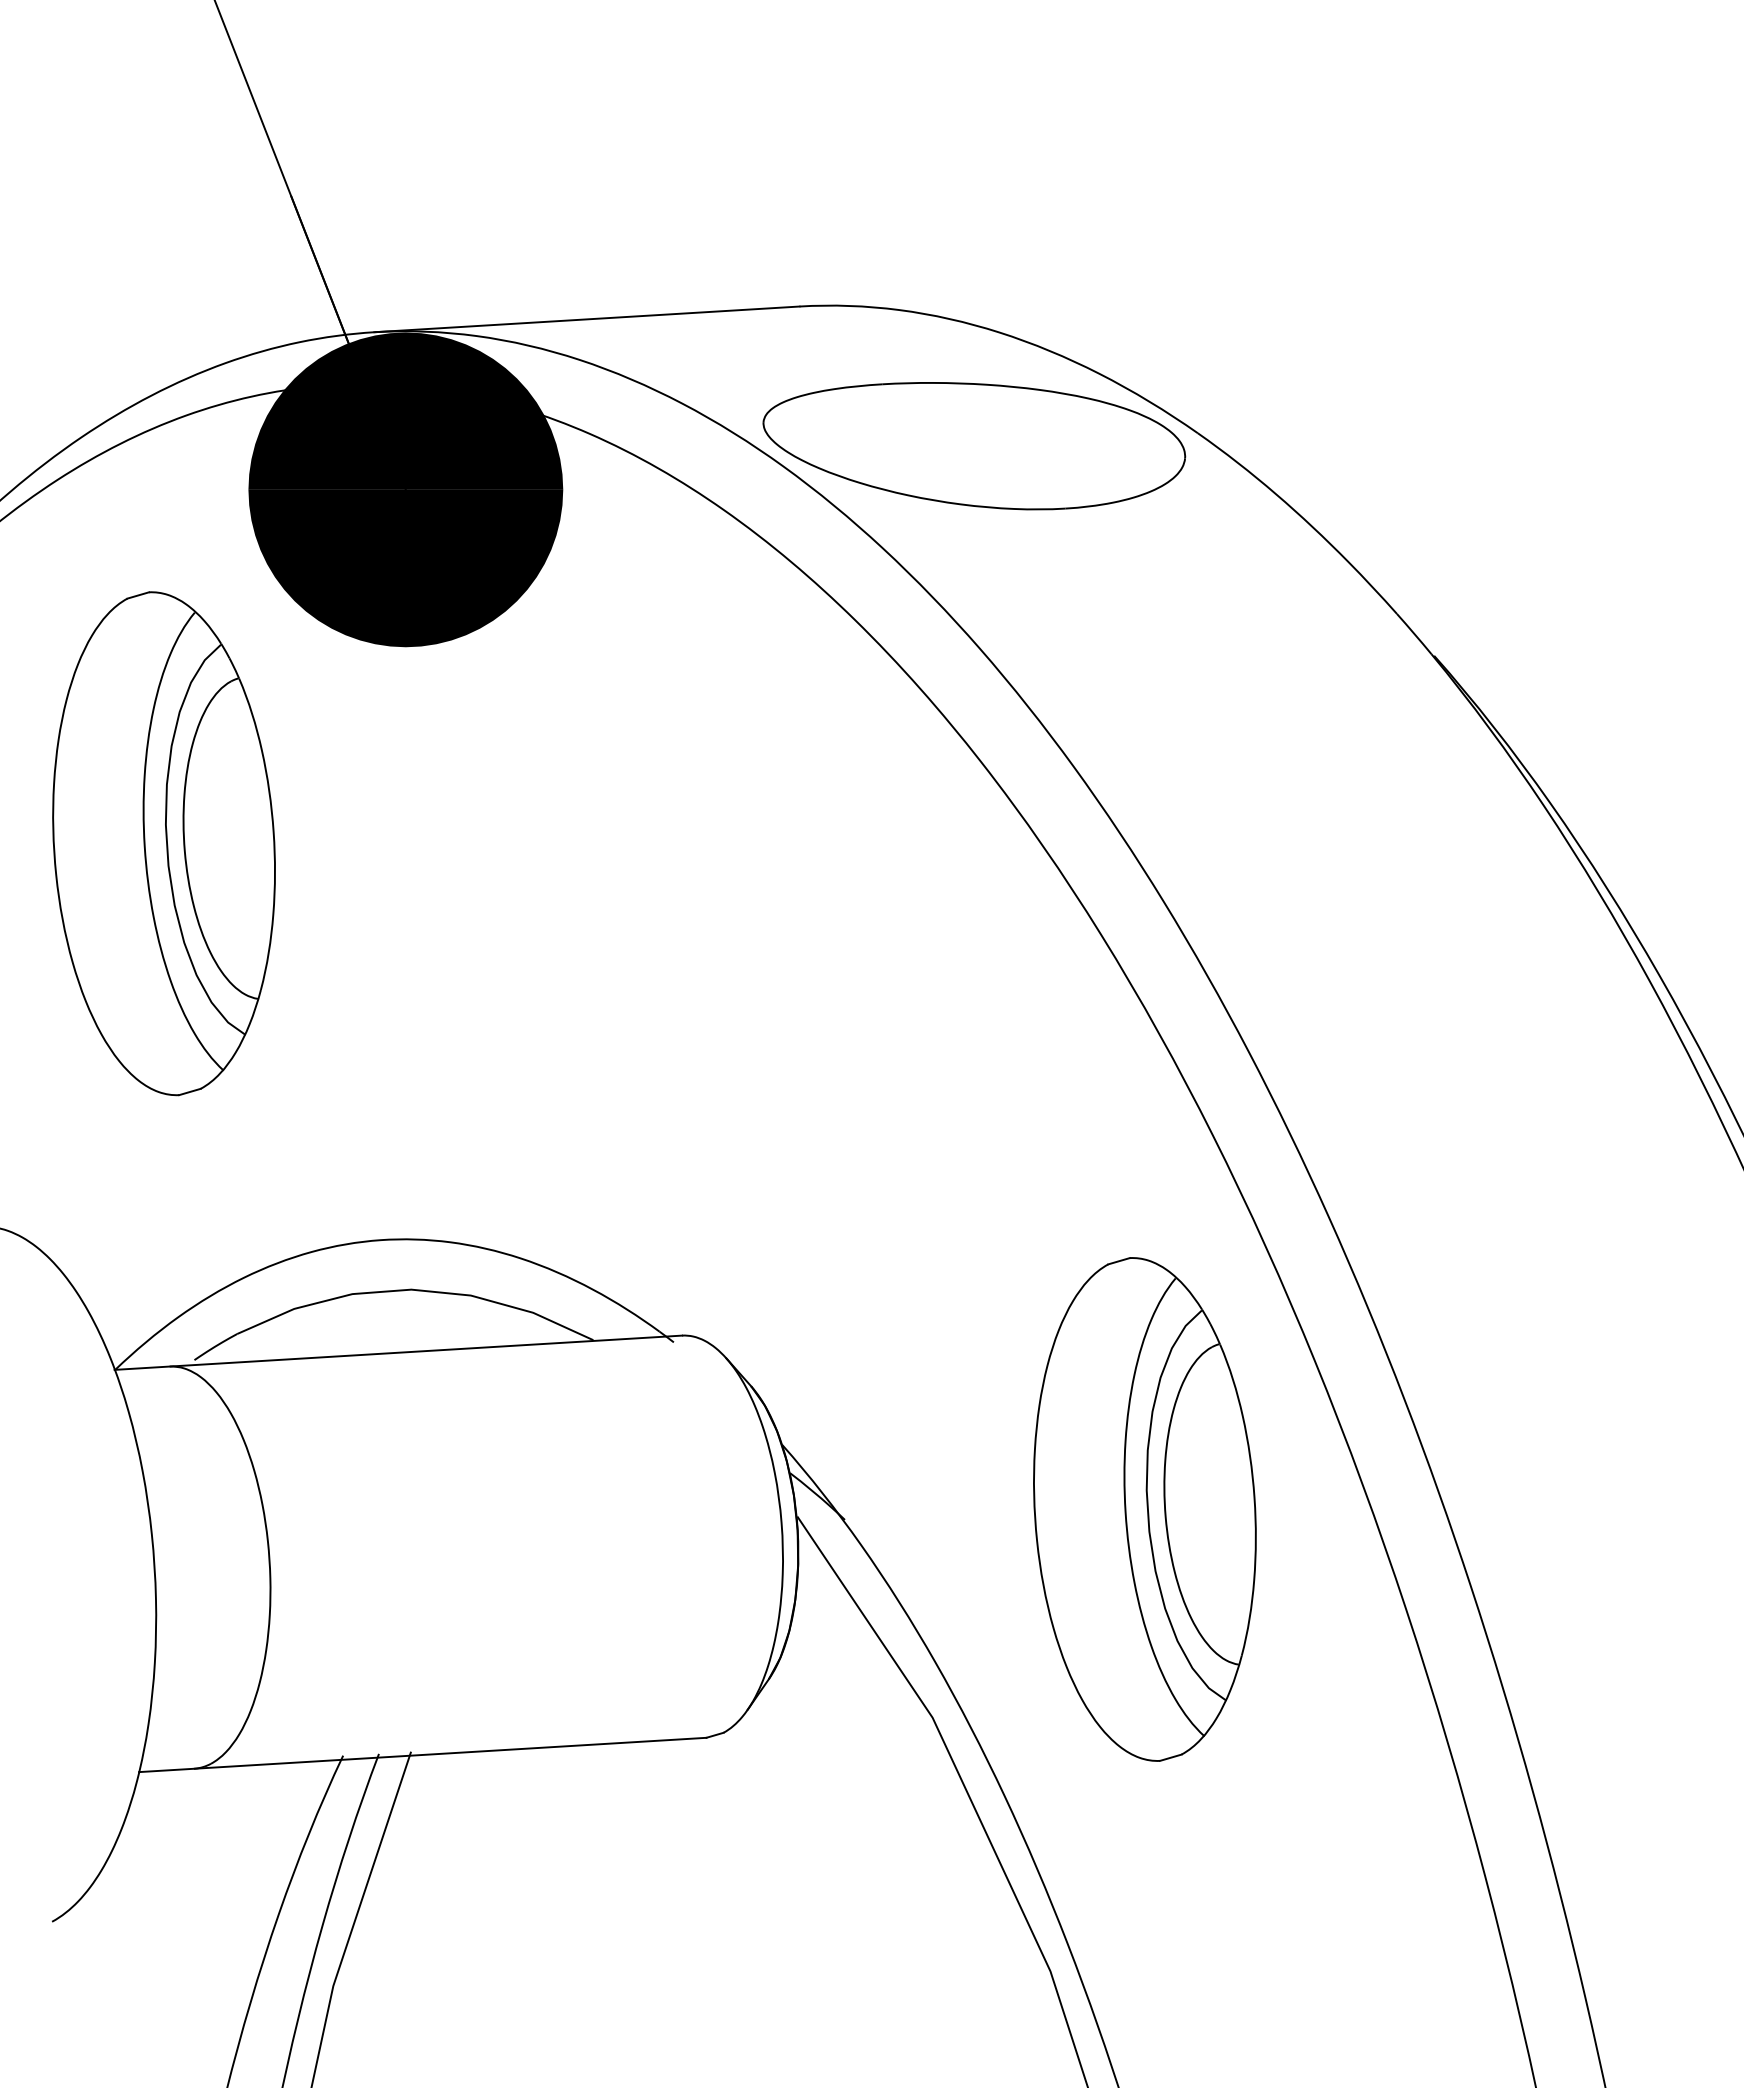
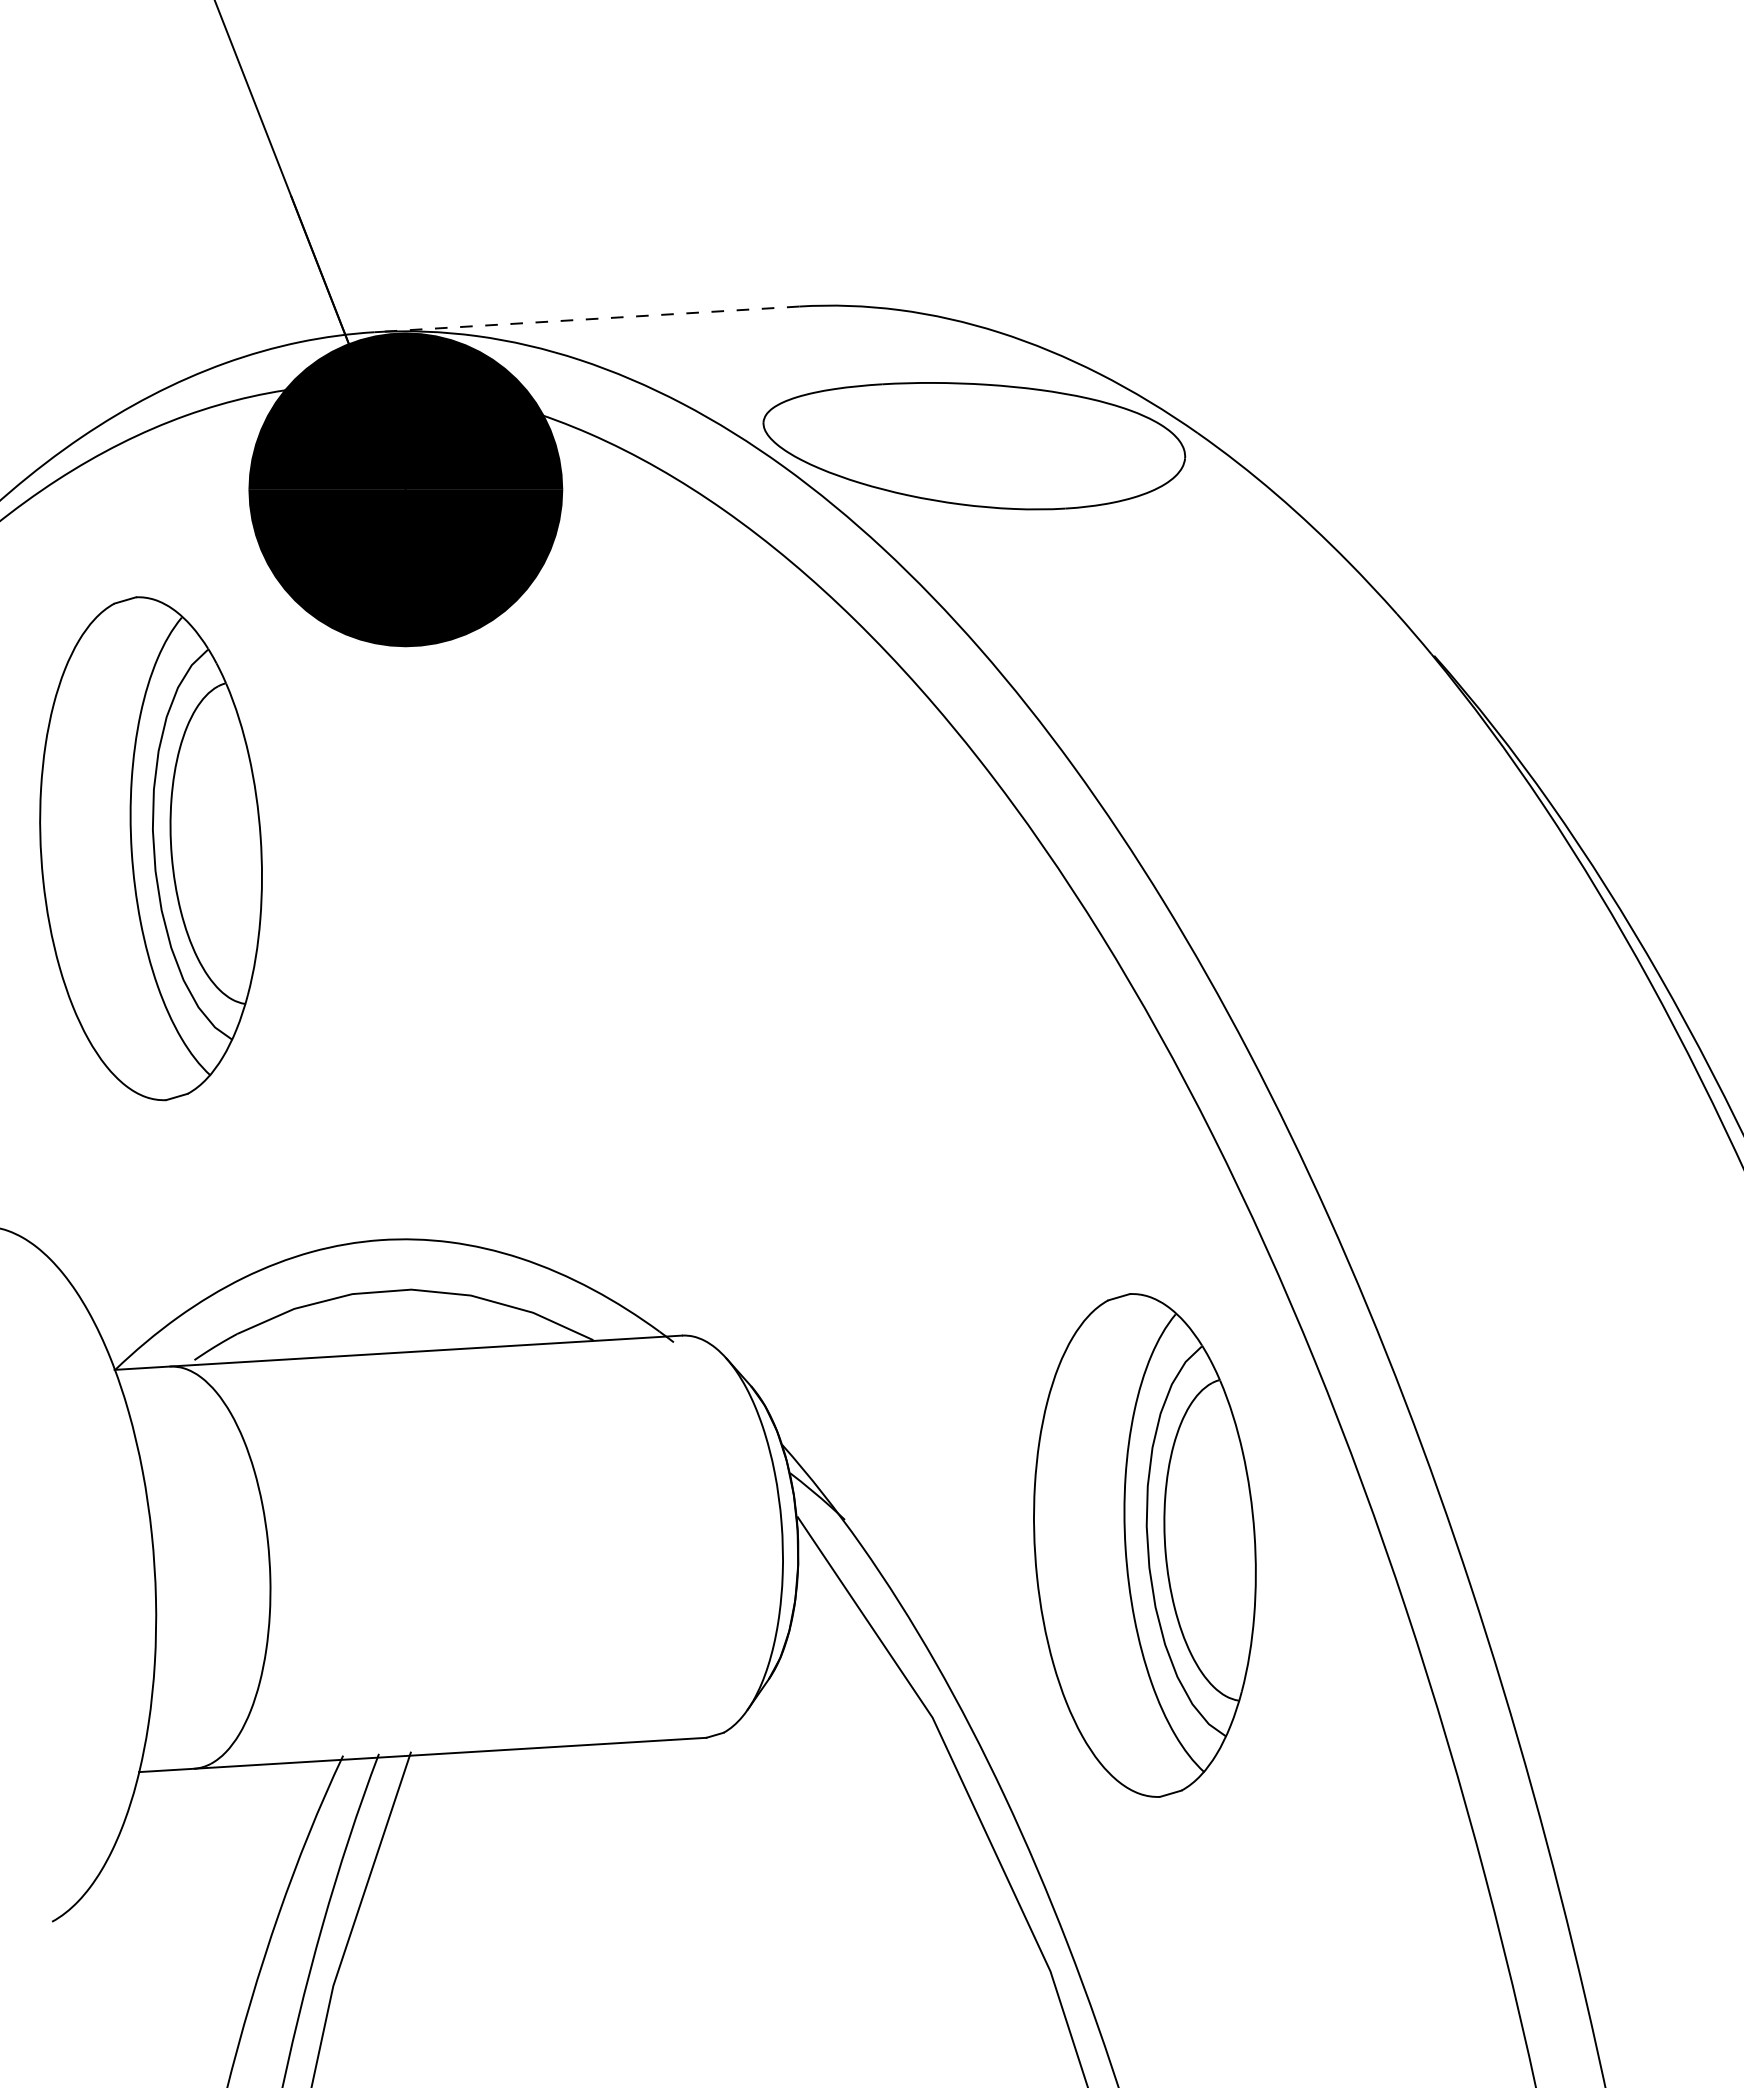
line at (586, 319): solid -> dashed
part at (163, 843) position: (163, 843) -> (150, 848)
part at (1144, 1509) position: (1144, 1509) -> (1144, 1545)
